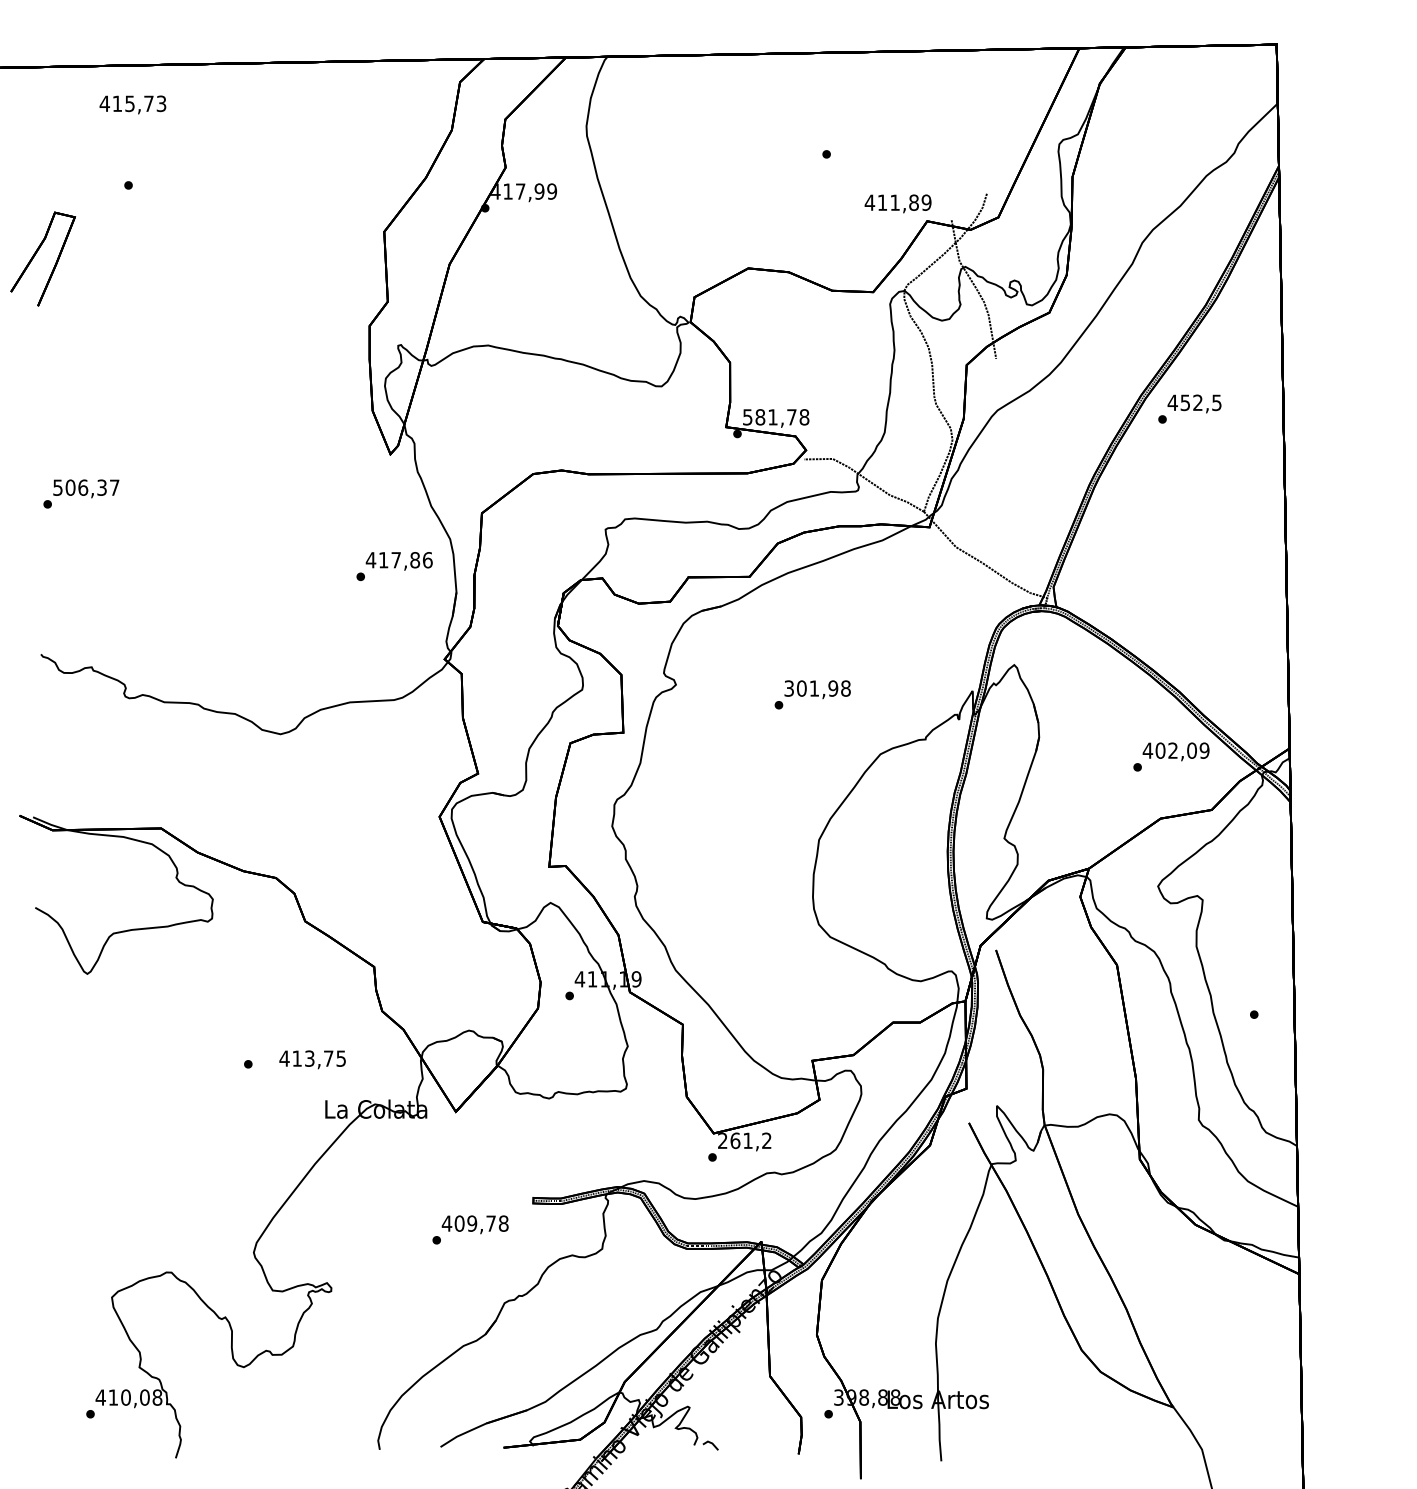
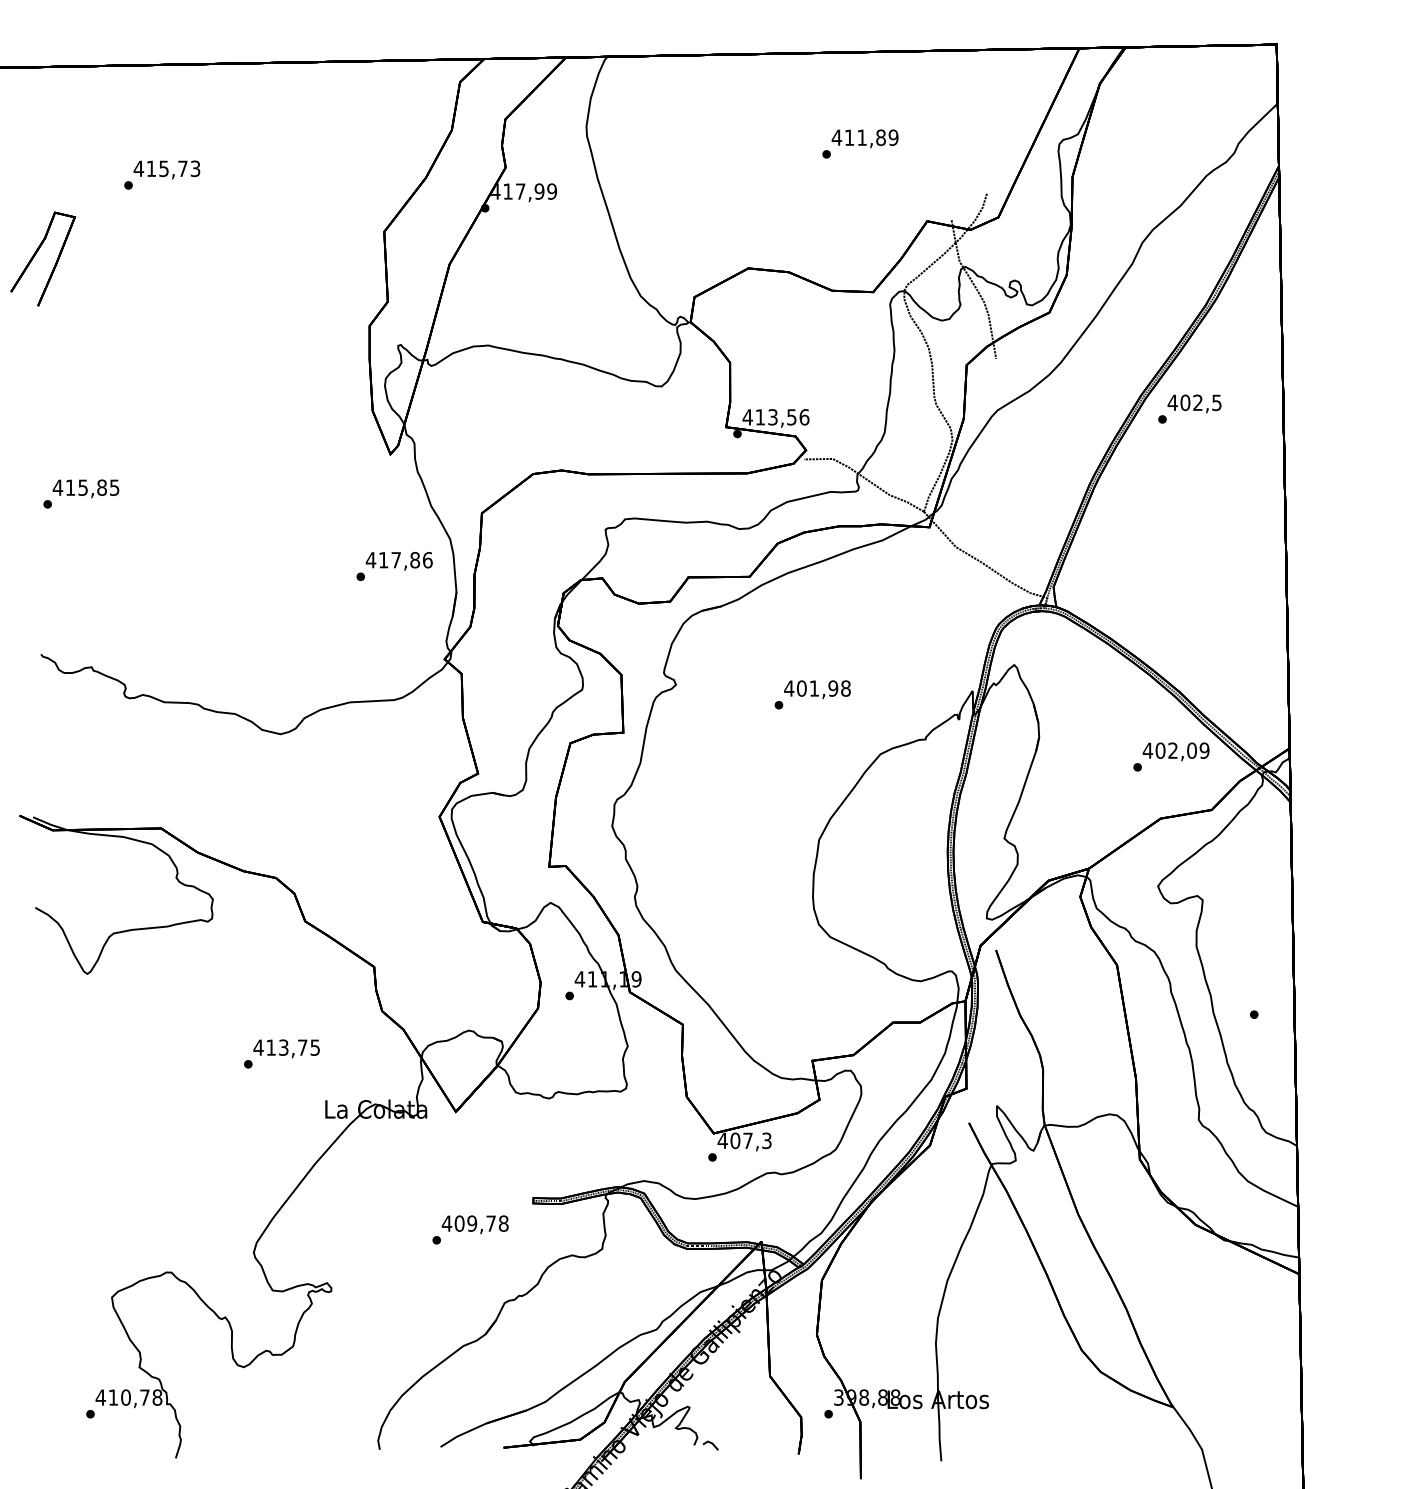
text at (132, 104) position: (132, 104) -> (166, 169)
text at (897, 203) position: (897, 203) -> (864, 138)
text at (1185, 402): 452,5 -> 402,5
text at (775, 417): 581,78 -> 413,56
text at (85, 487): 506,37 -> 415,85
text at (789, 688): 301,98 -> 401,98
text at (312, 1059) position: (312, 1059) -> (286, 1048)
text at (744, 1140): 261,2 -> 407,3
text at (144, 1397): 410,08 -> 410,78
